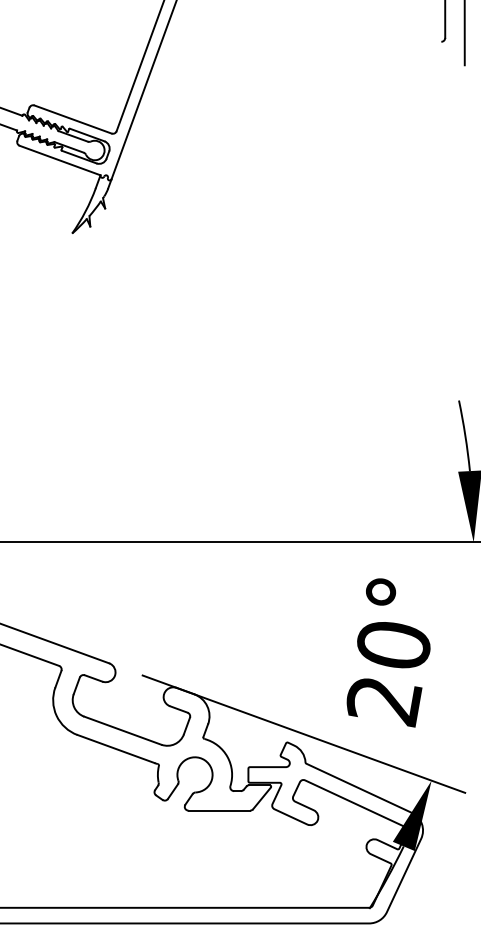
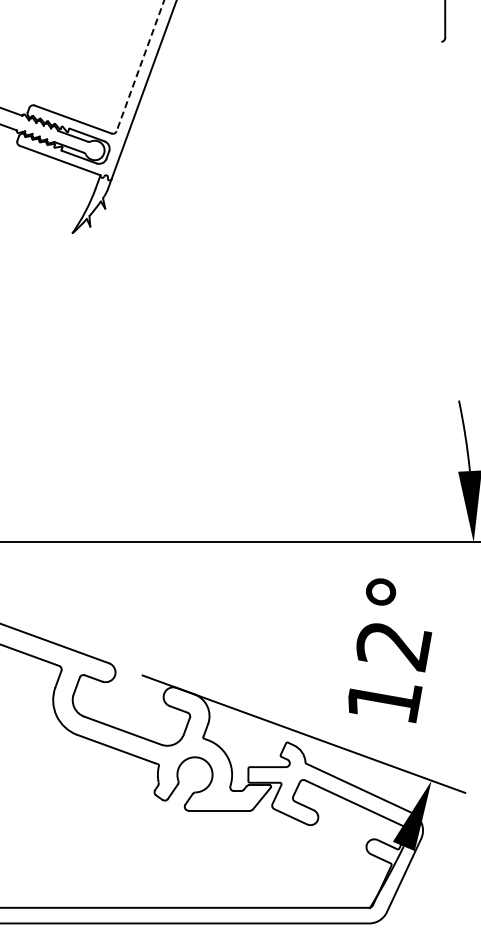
line at (464, 33): present -> none
line at (140, 66): solid -> dashed
text at (389, 674): 20° -> 12°
